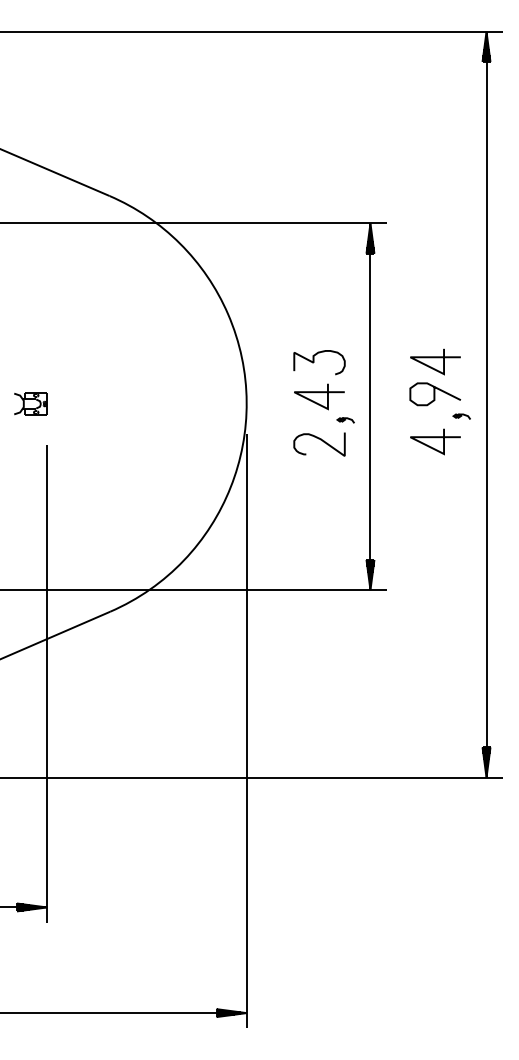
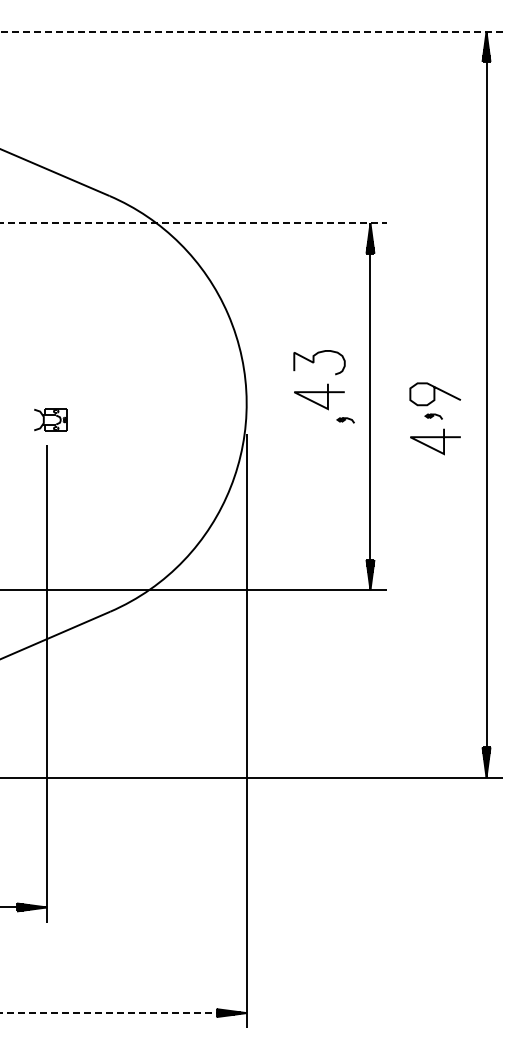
line at (252, 31): solid -> dashed
line at (194, 223): solid -> dashed
line at (435, 358): present -> none
part at (30, 403) position: (30, 403) -> (50, 419)
part at (461, 416) position: (461, 416) -> (433, 416)
curve at (320, 440): present -> none
line at (123, 1013): solid -> dashed
